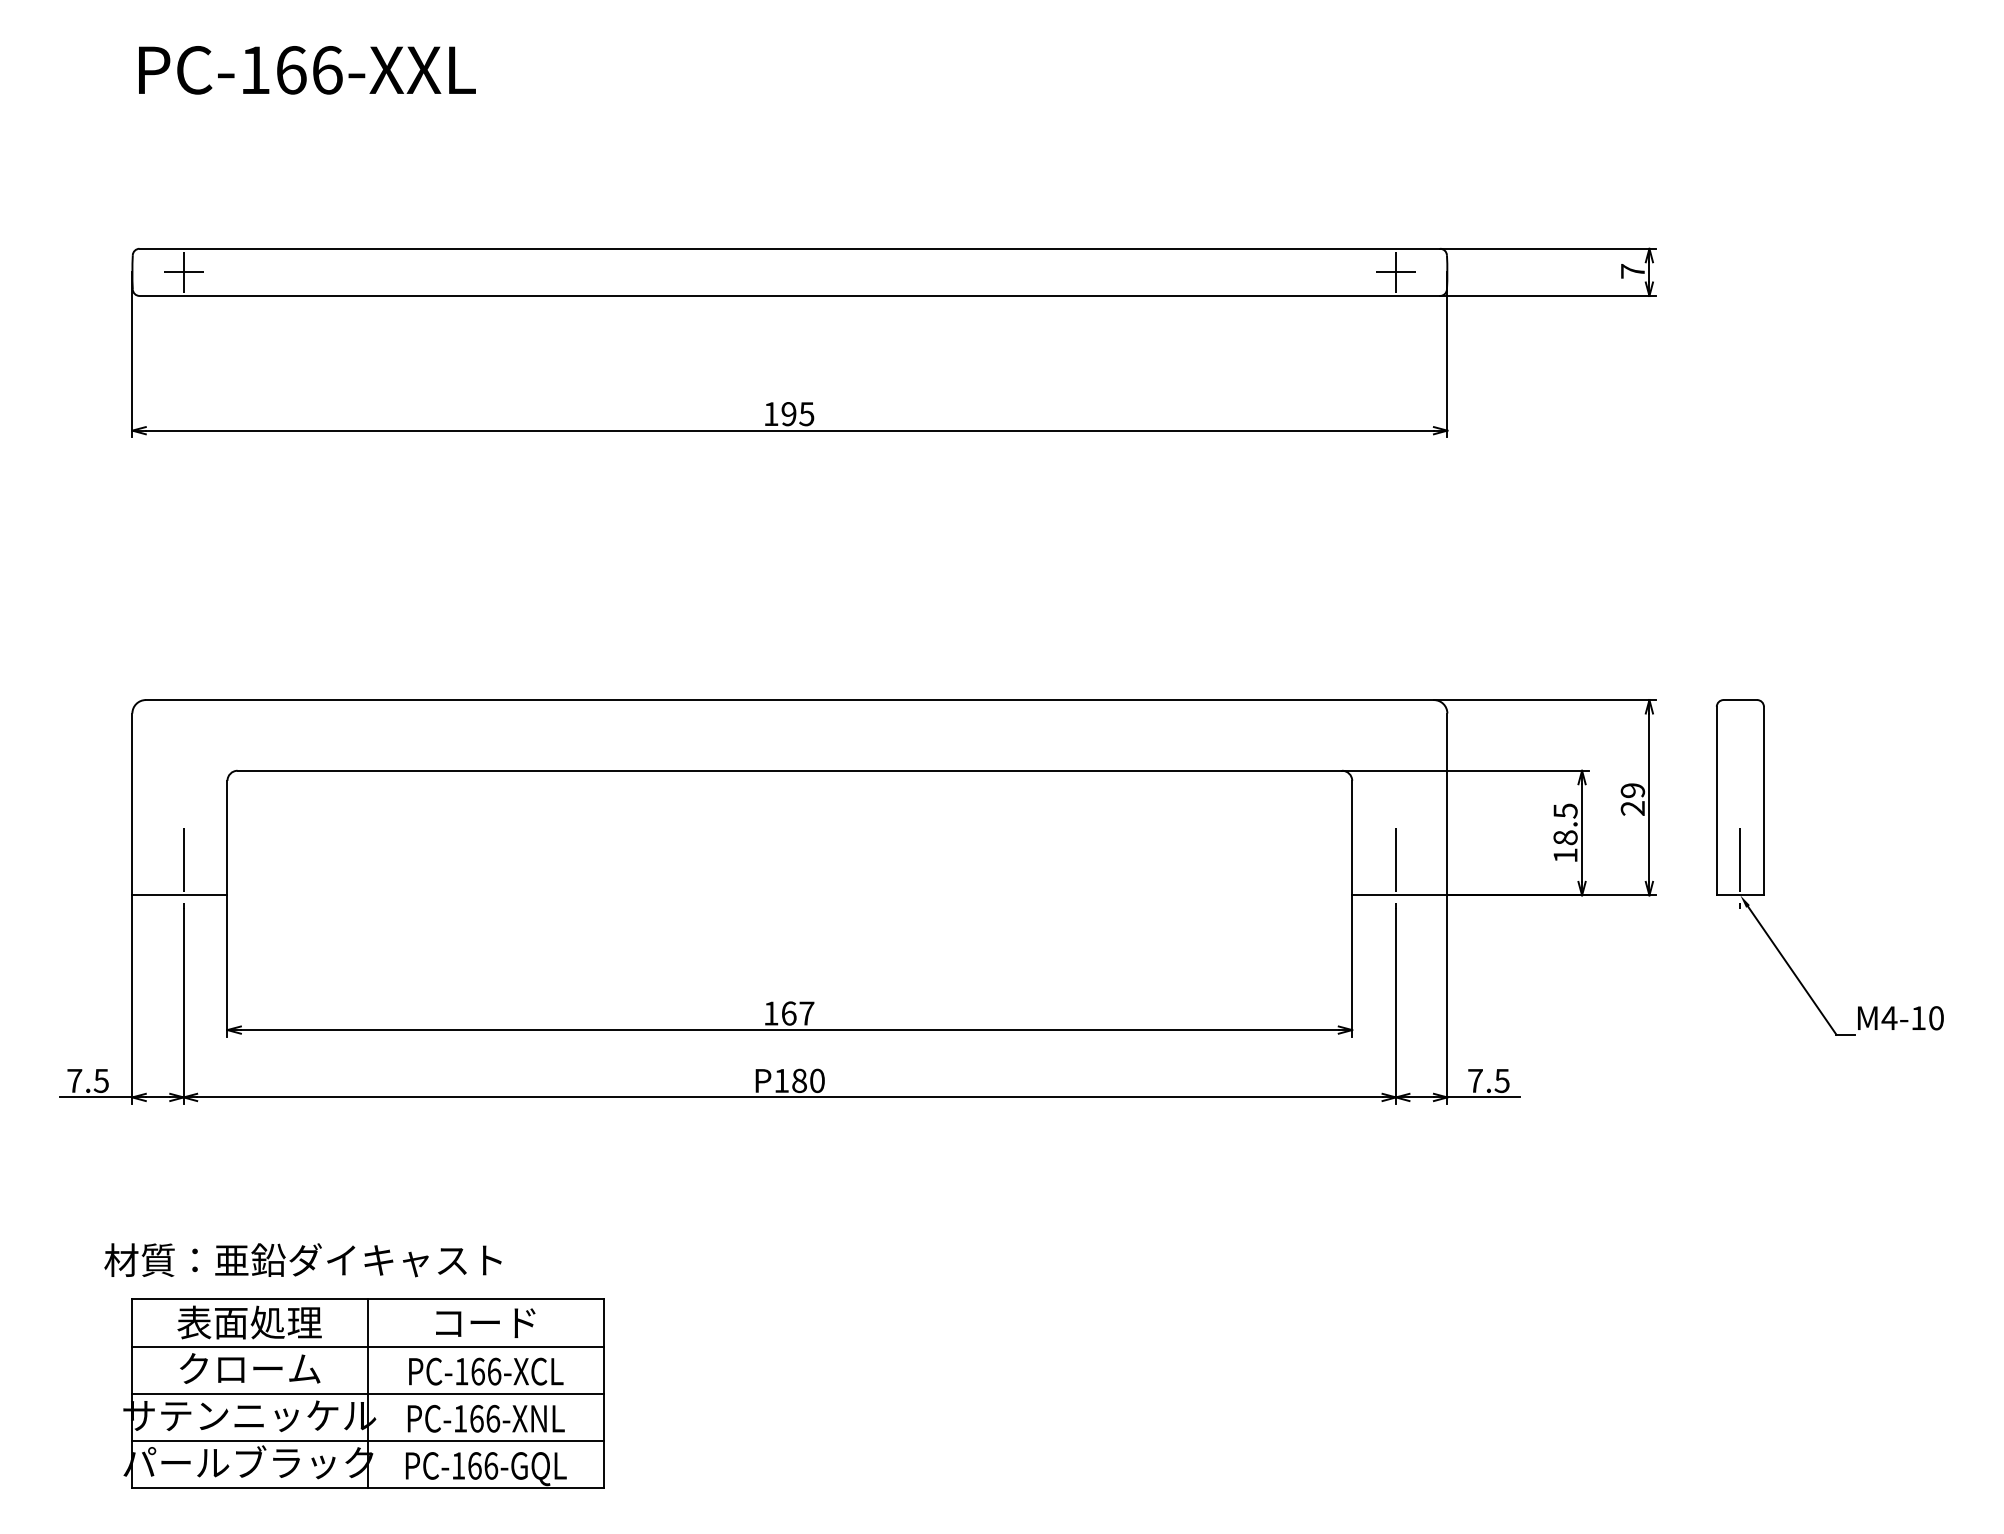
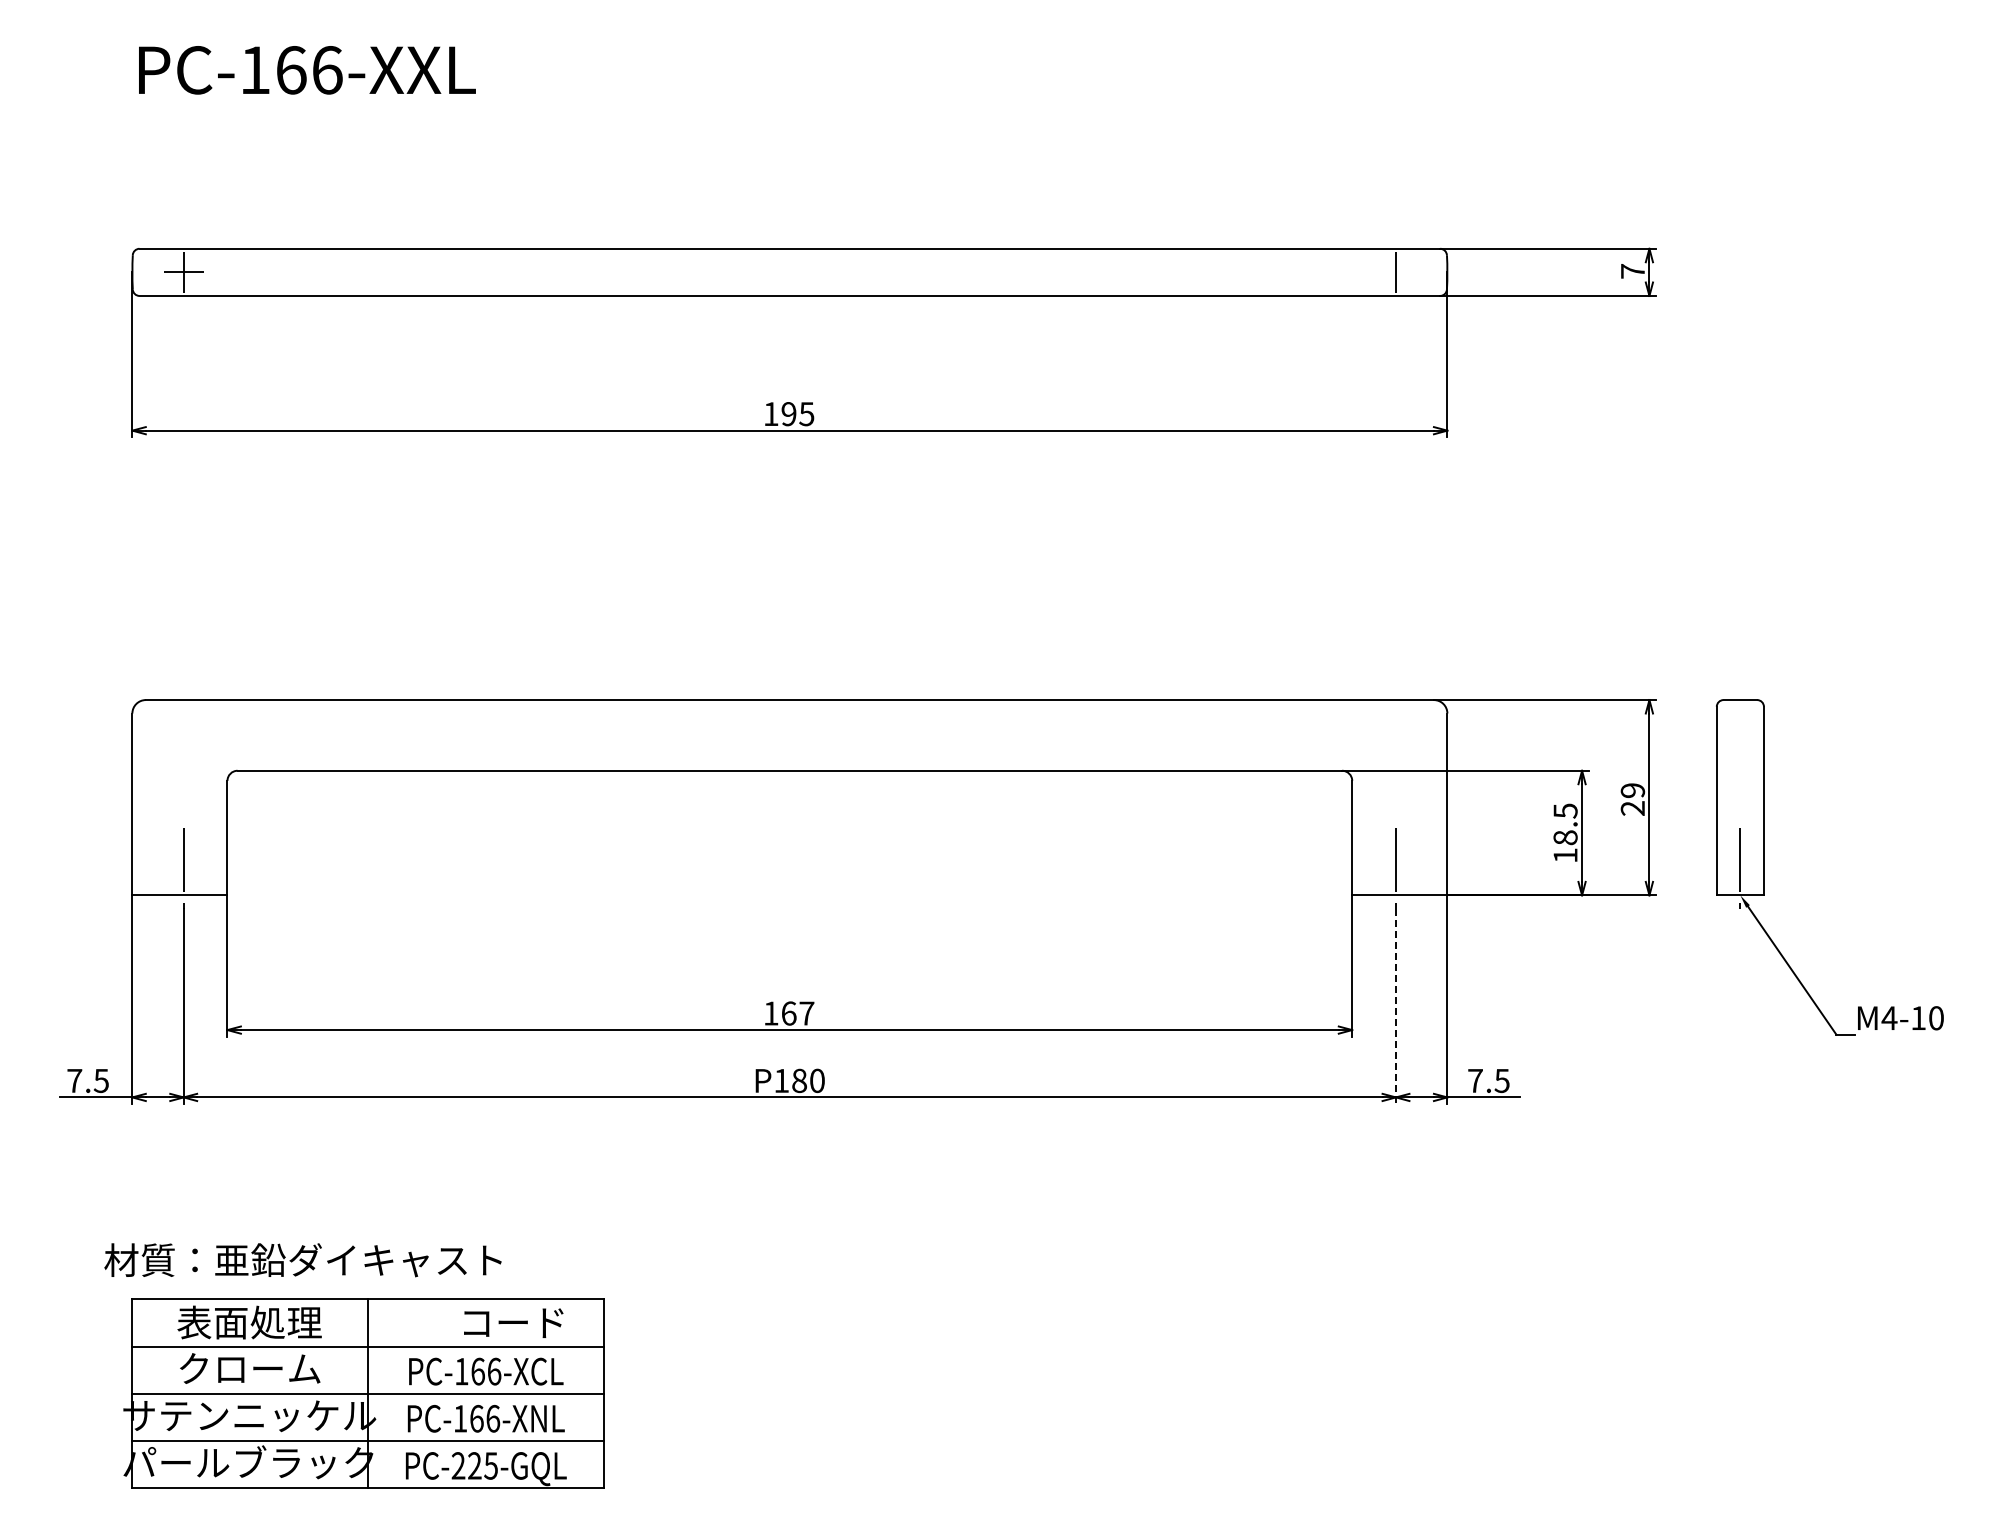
line at (1395, 272): present -> none
line at (1396, 1006): solid -> dashed
text at (485, 1322) position: (485, 1322) -> (513, 1322)
text at (474, 1465): PC-166-GQL -> PC-225-GQL
